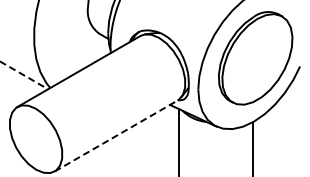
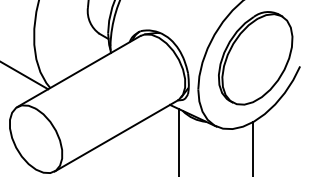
line at (24, 75): dashed -> solid
line at (116, 136): dashed -> solid
